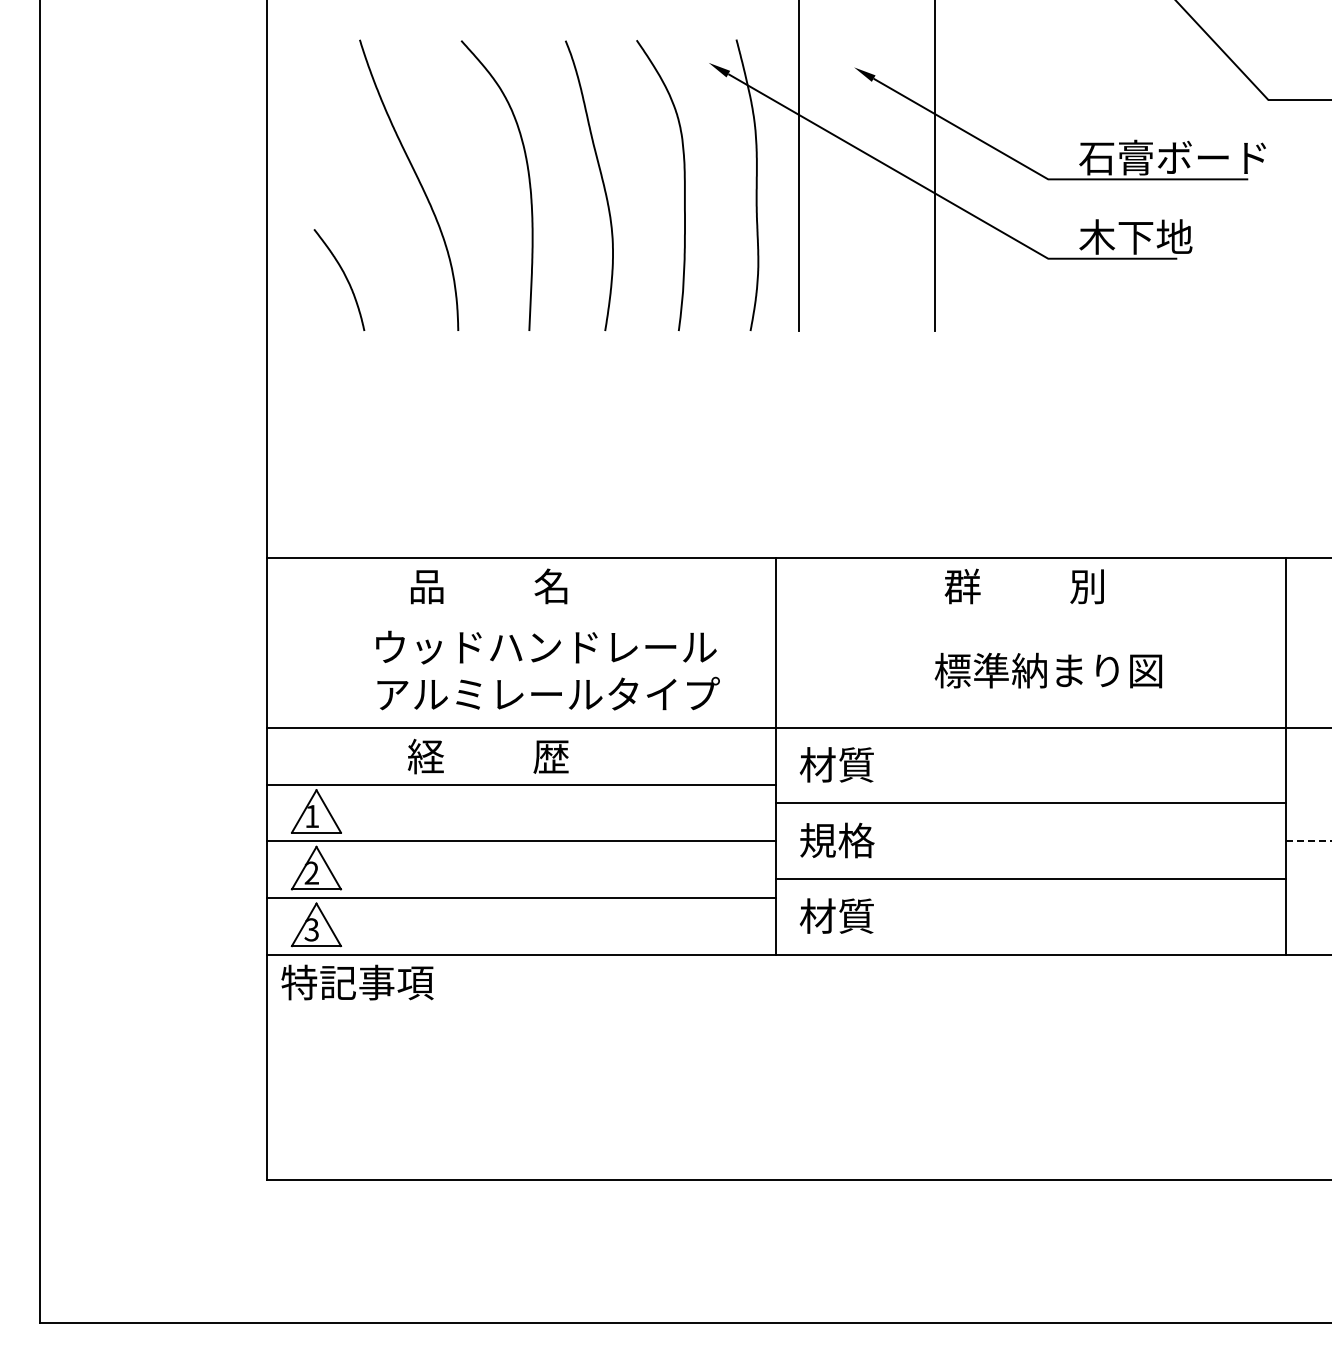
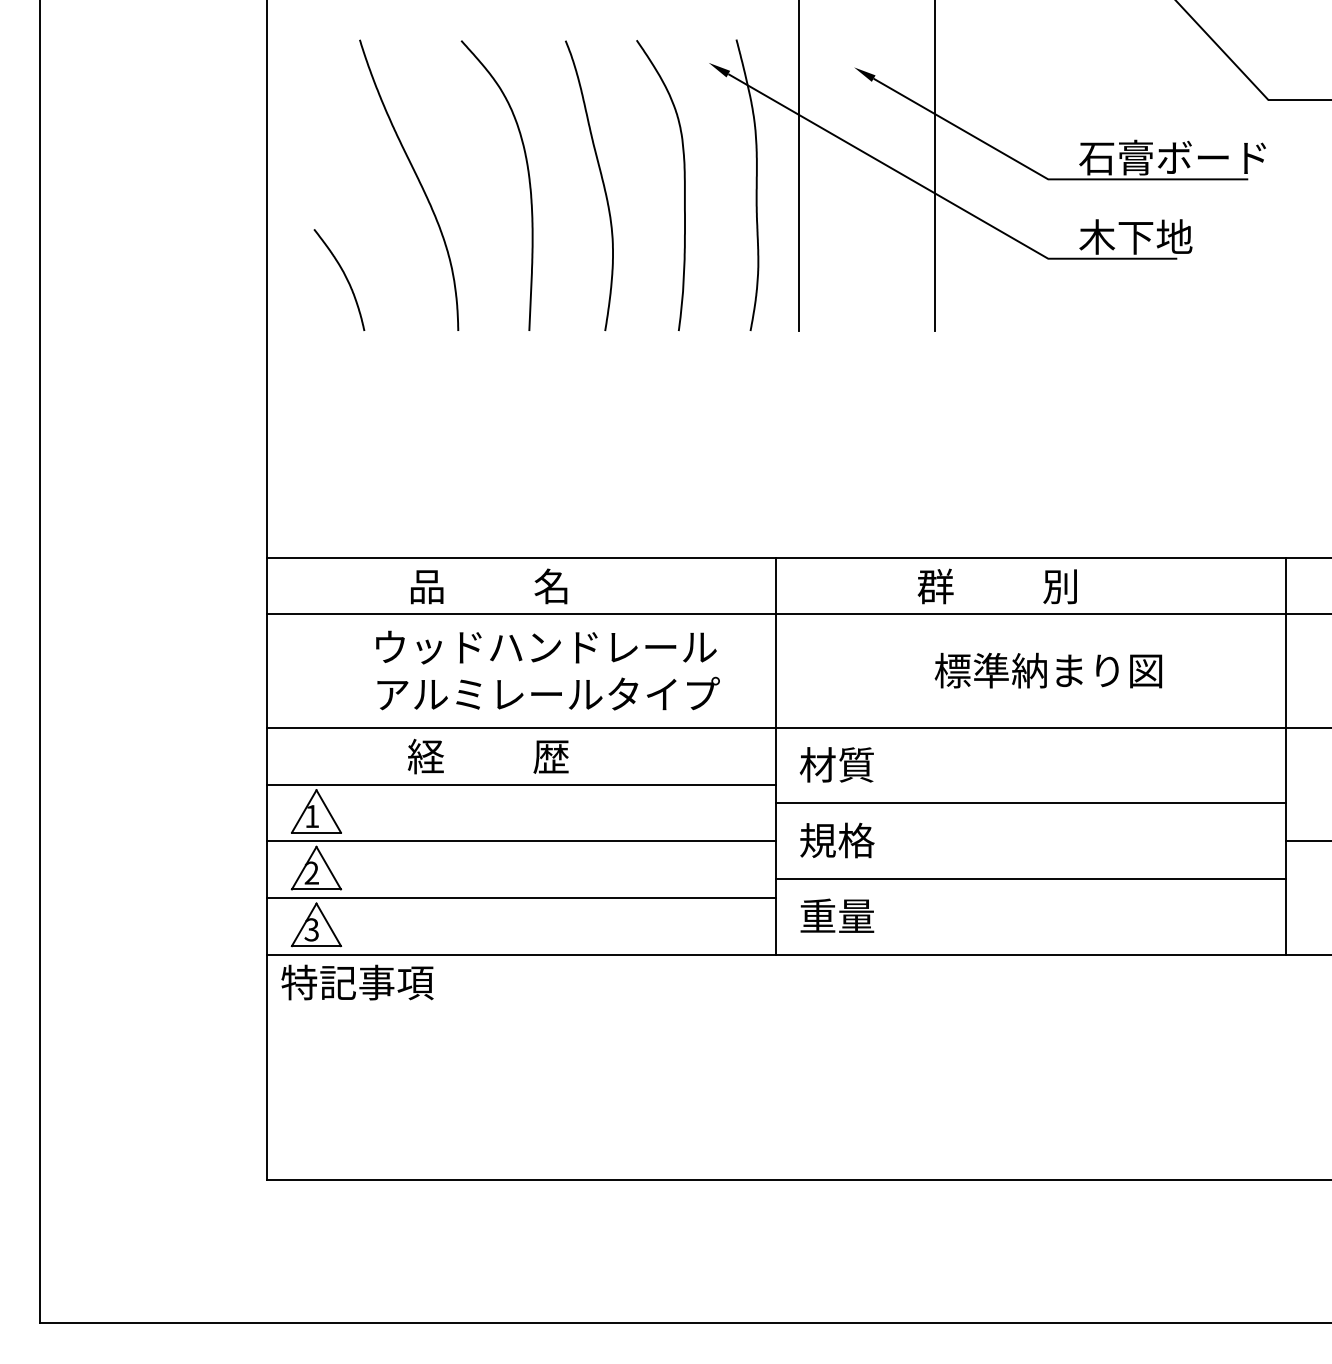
text at (1023, 586) position: (1023, 586) -> (996, 586)
line at (797, 614): none -> present
line at (1308, 841): dashed -> solid
text at (836, 915): 材質 -> 重量
